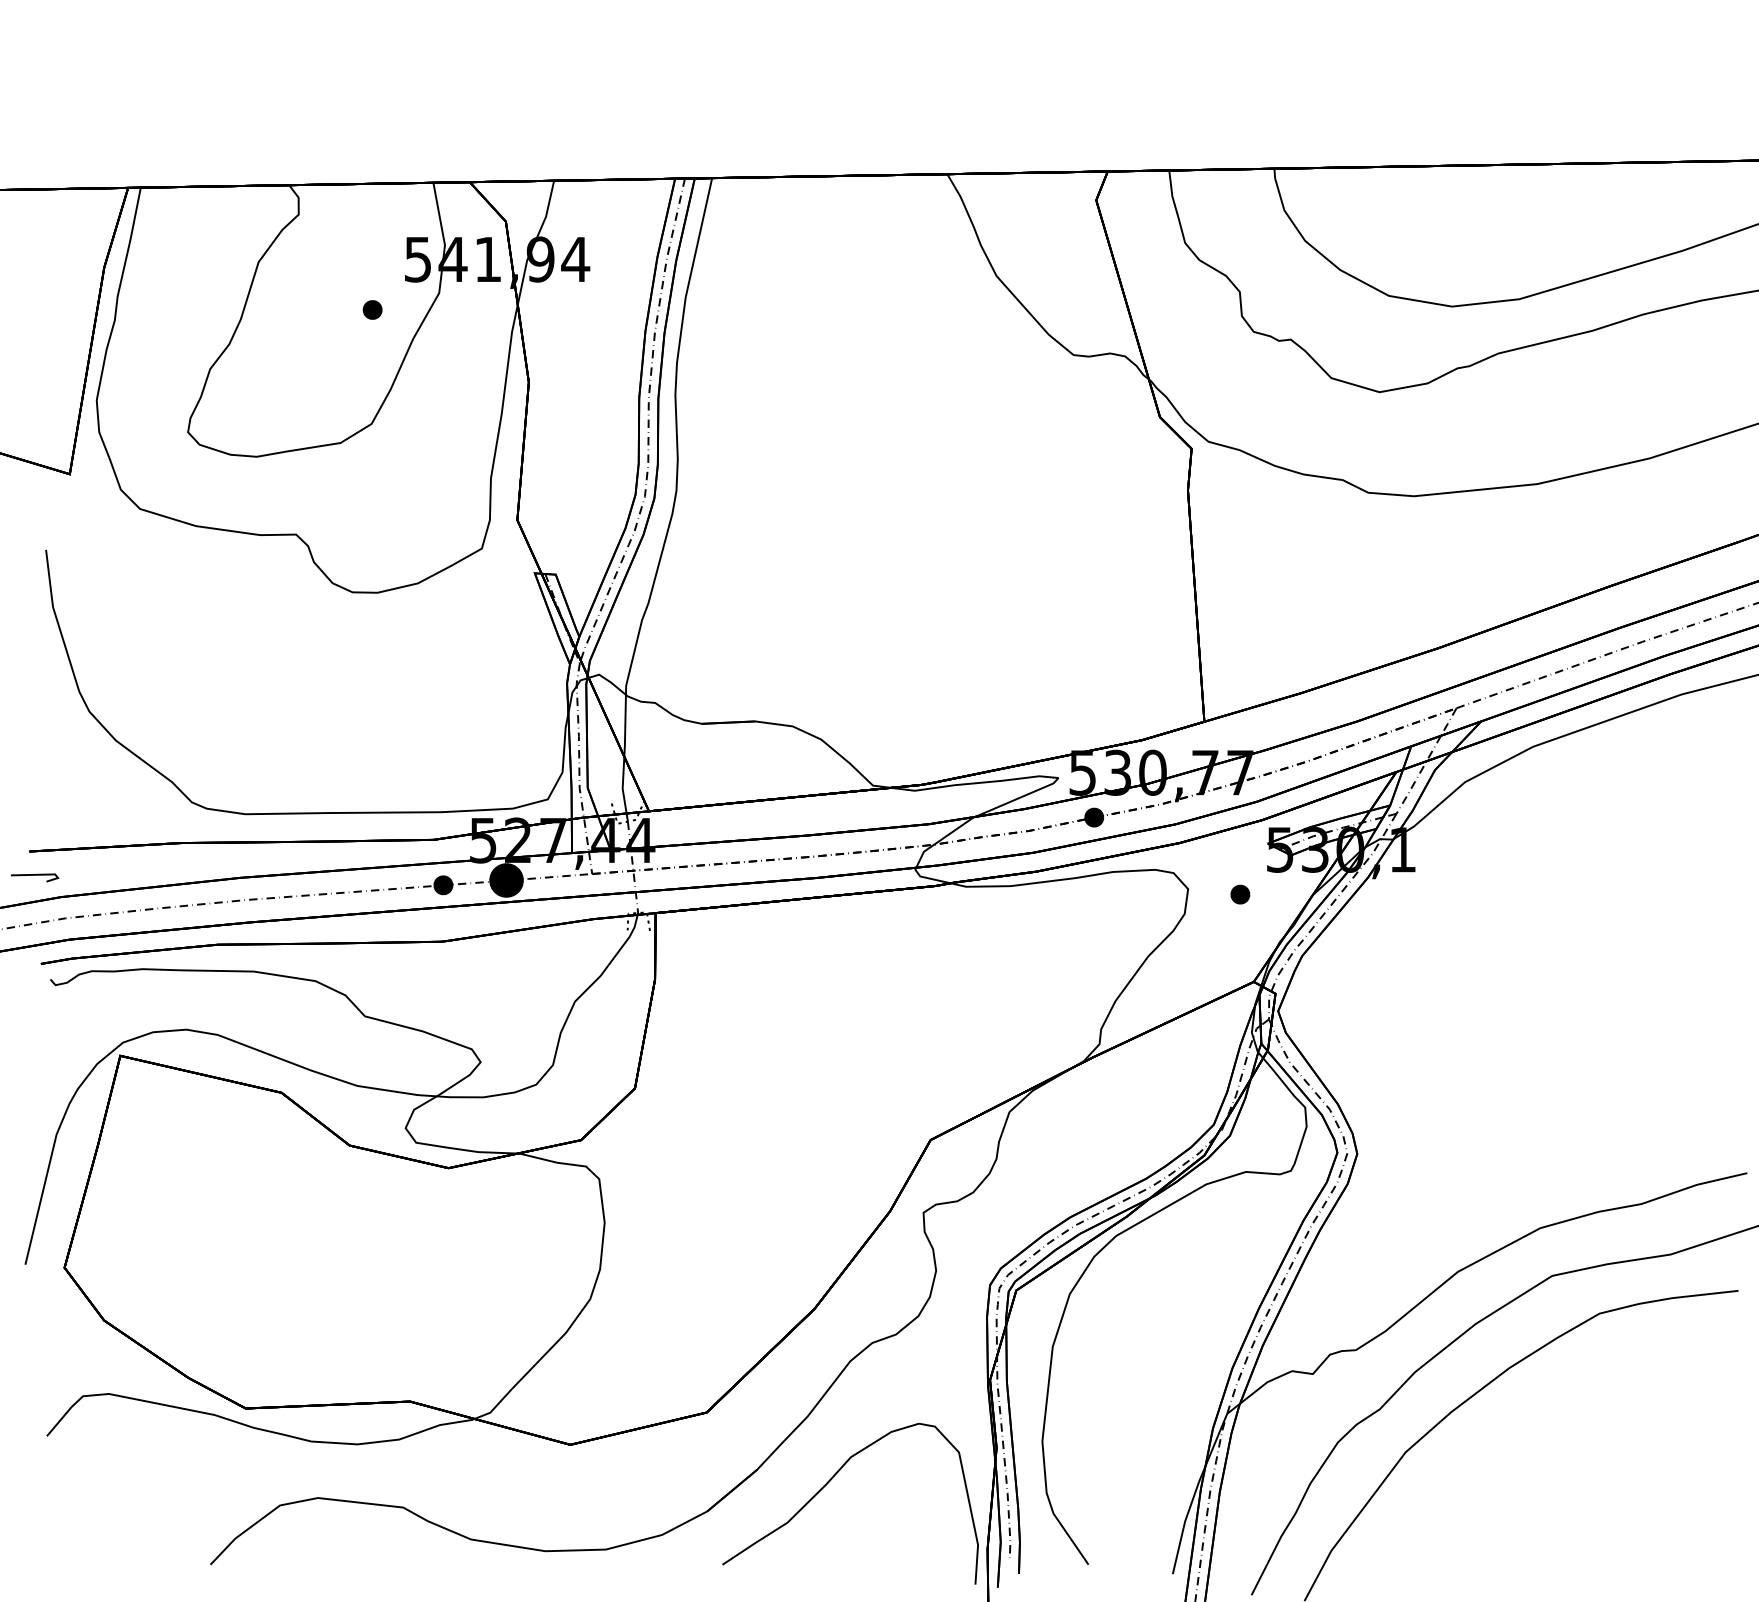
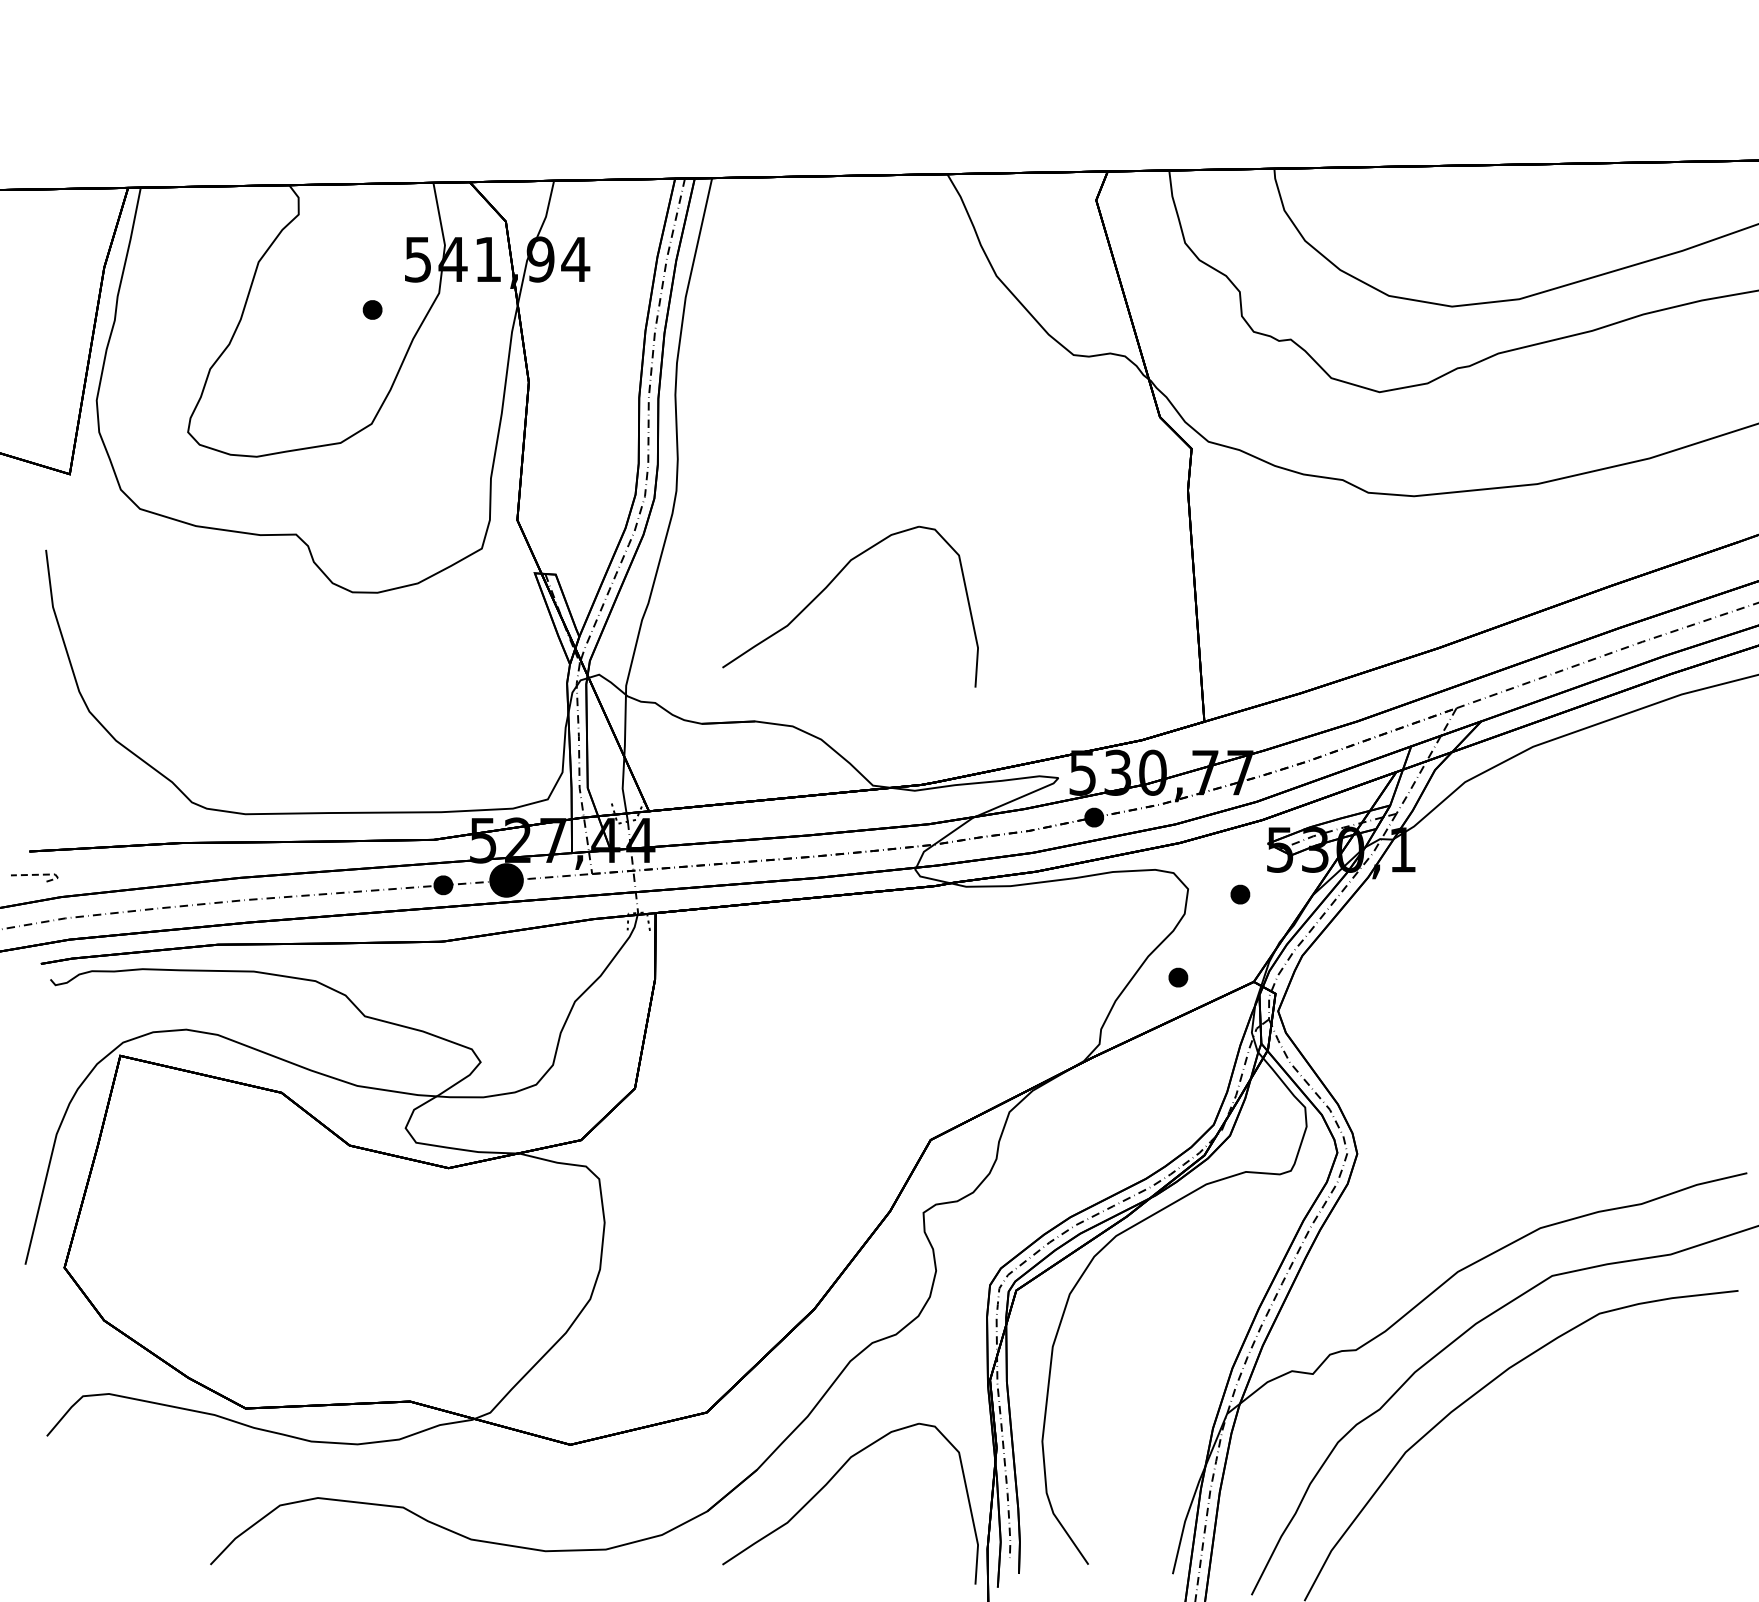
part at (829, 585): none -> present
line at (42, 874): solid -> dashed
part at (1178, 977): none -> present
